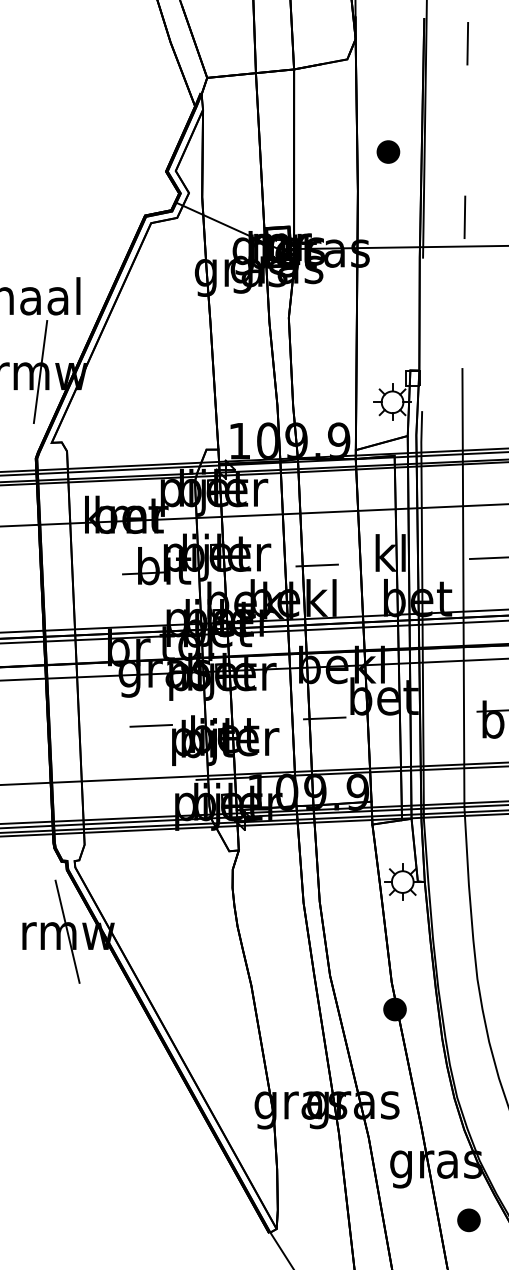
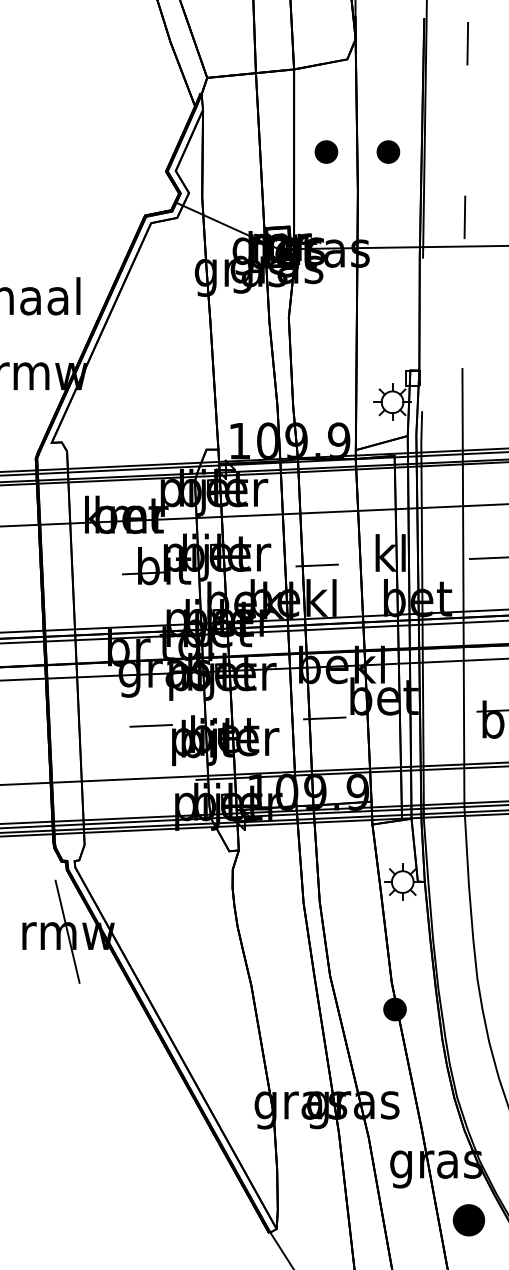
part at (326, 151): none -> present
line at (40, 372): present -> none
part at (468, 1220) size: 24x25 px -> 34x33 px
